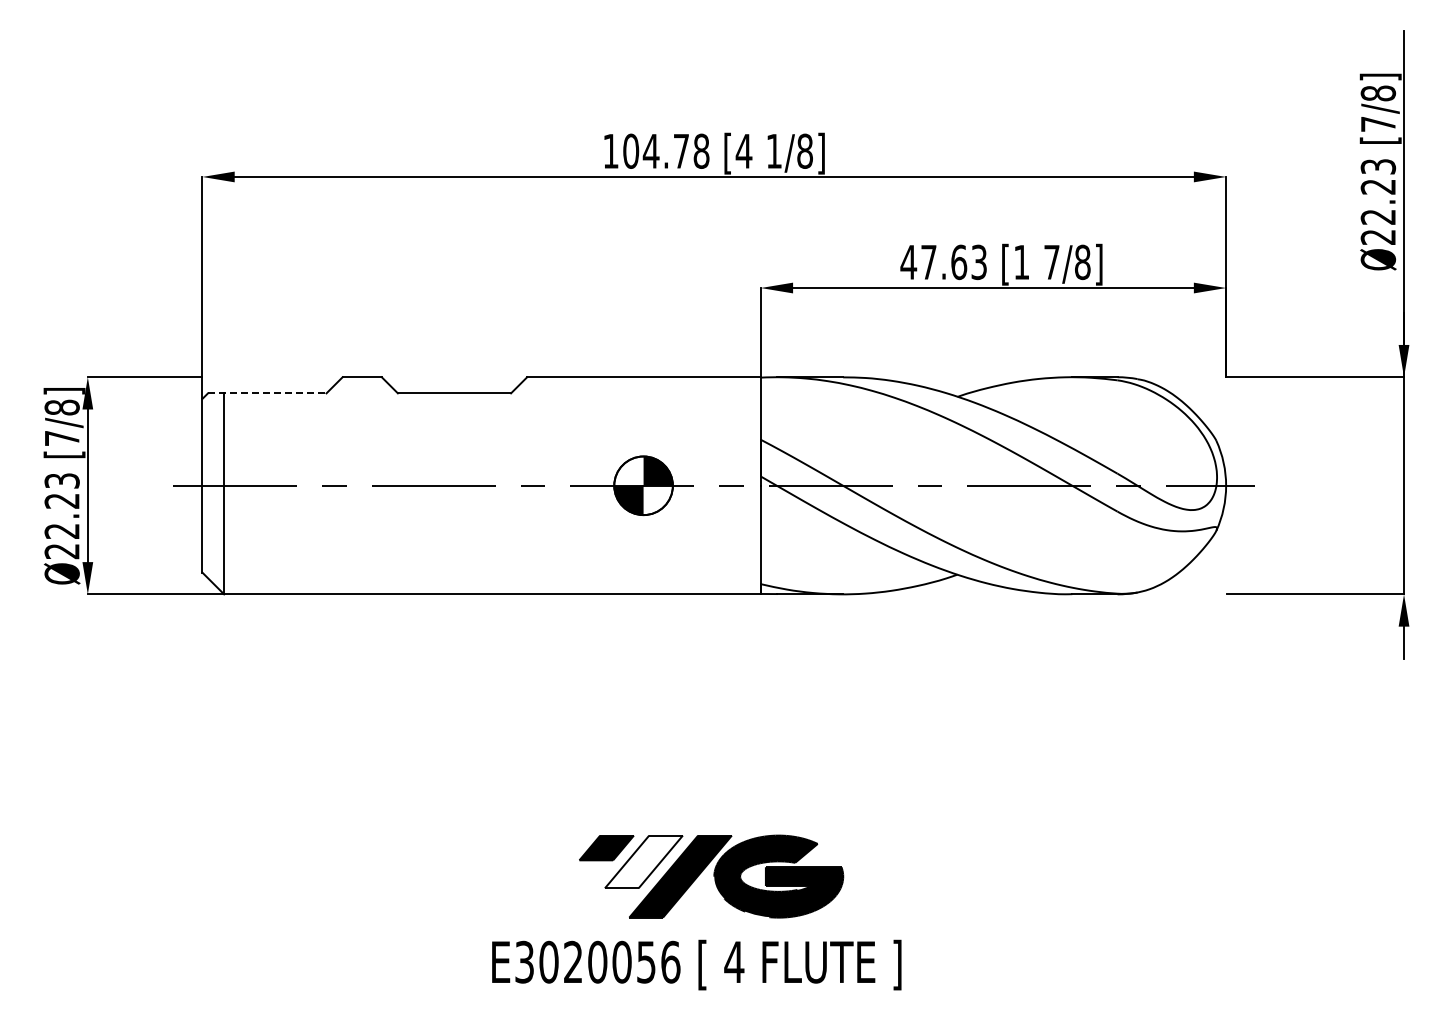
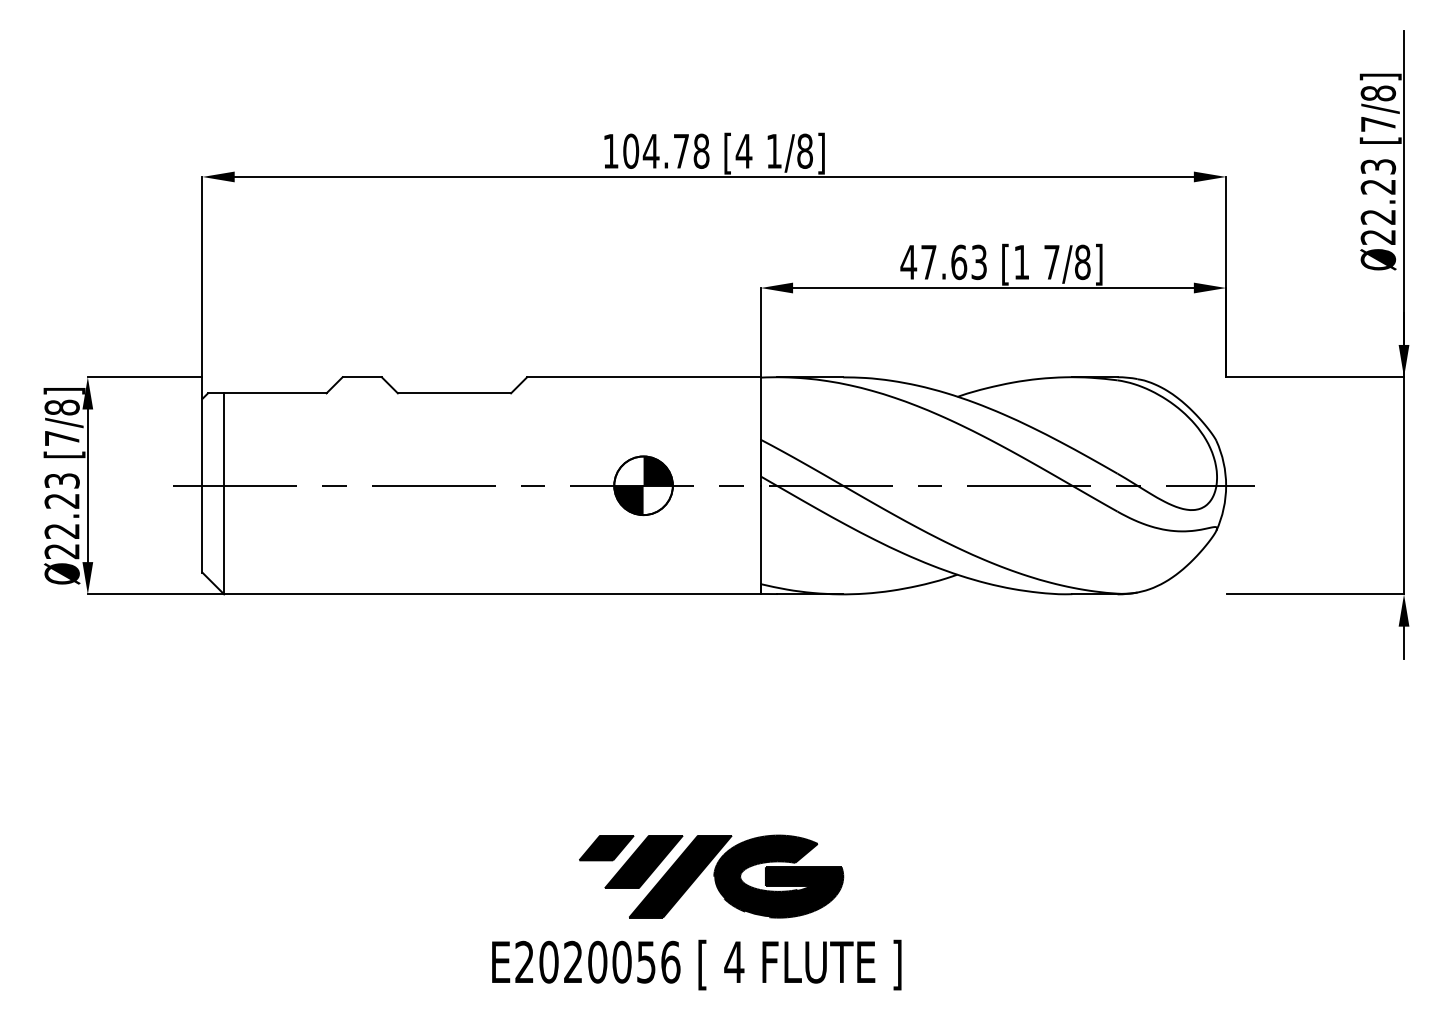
line at (267, 393): dashed -> solid
fill at (643, 861): none -> present
text at (524, 962): E3020056 -> E2020056
